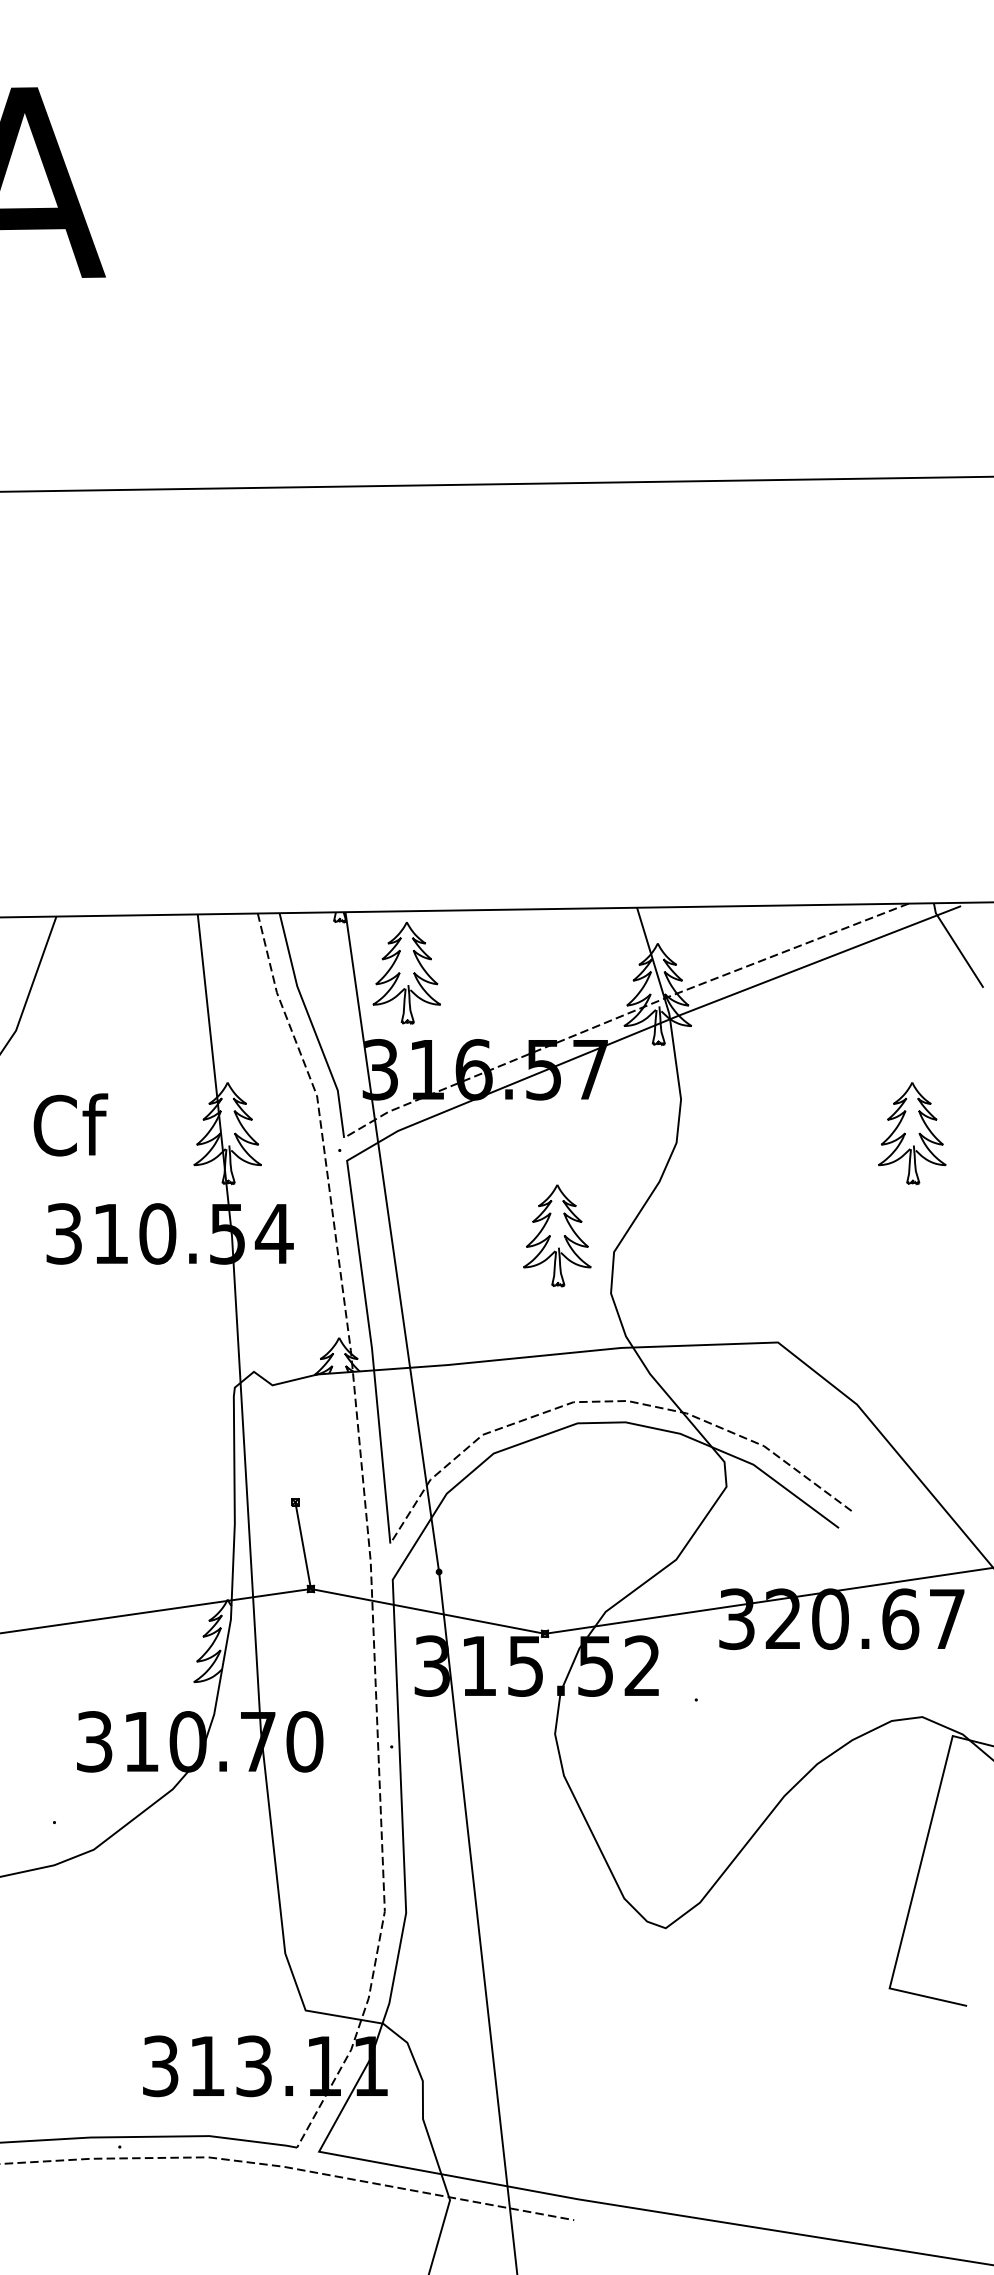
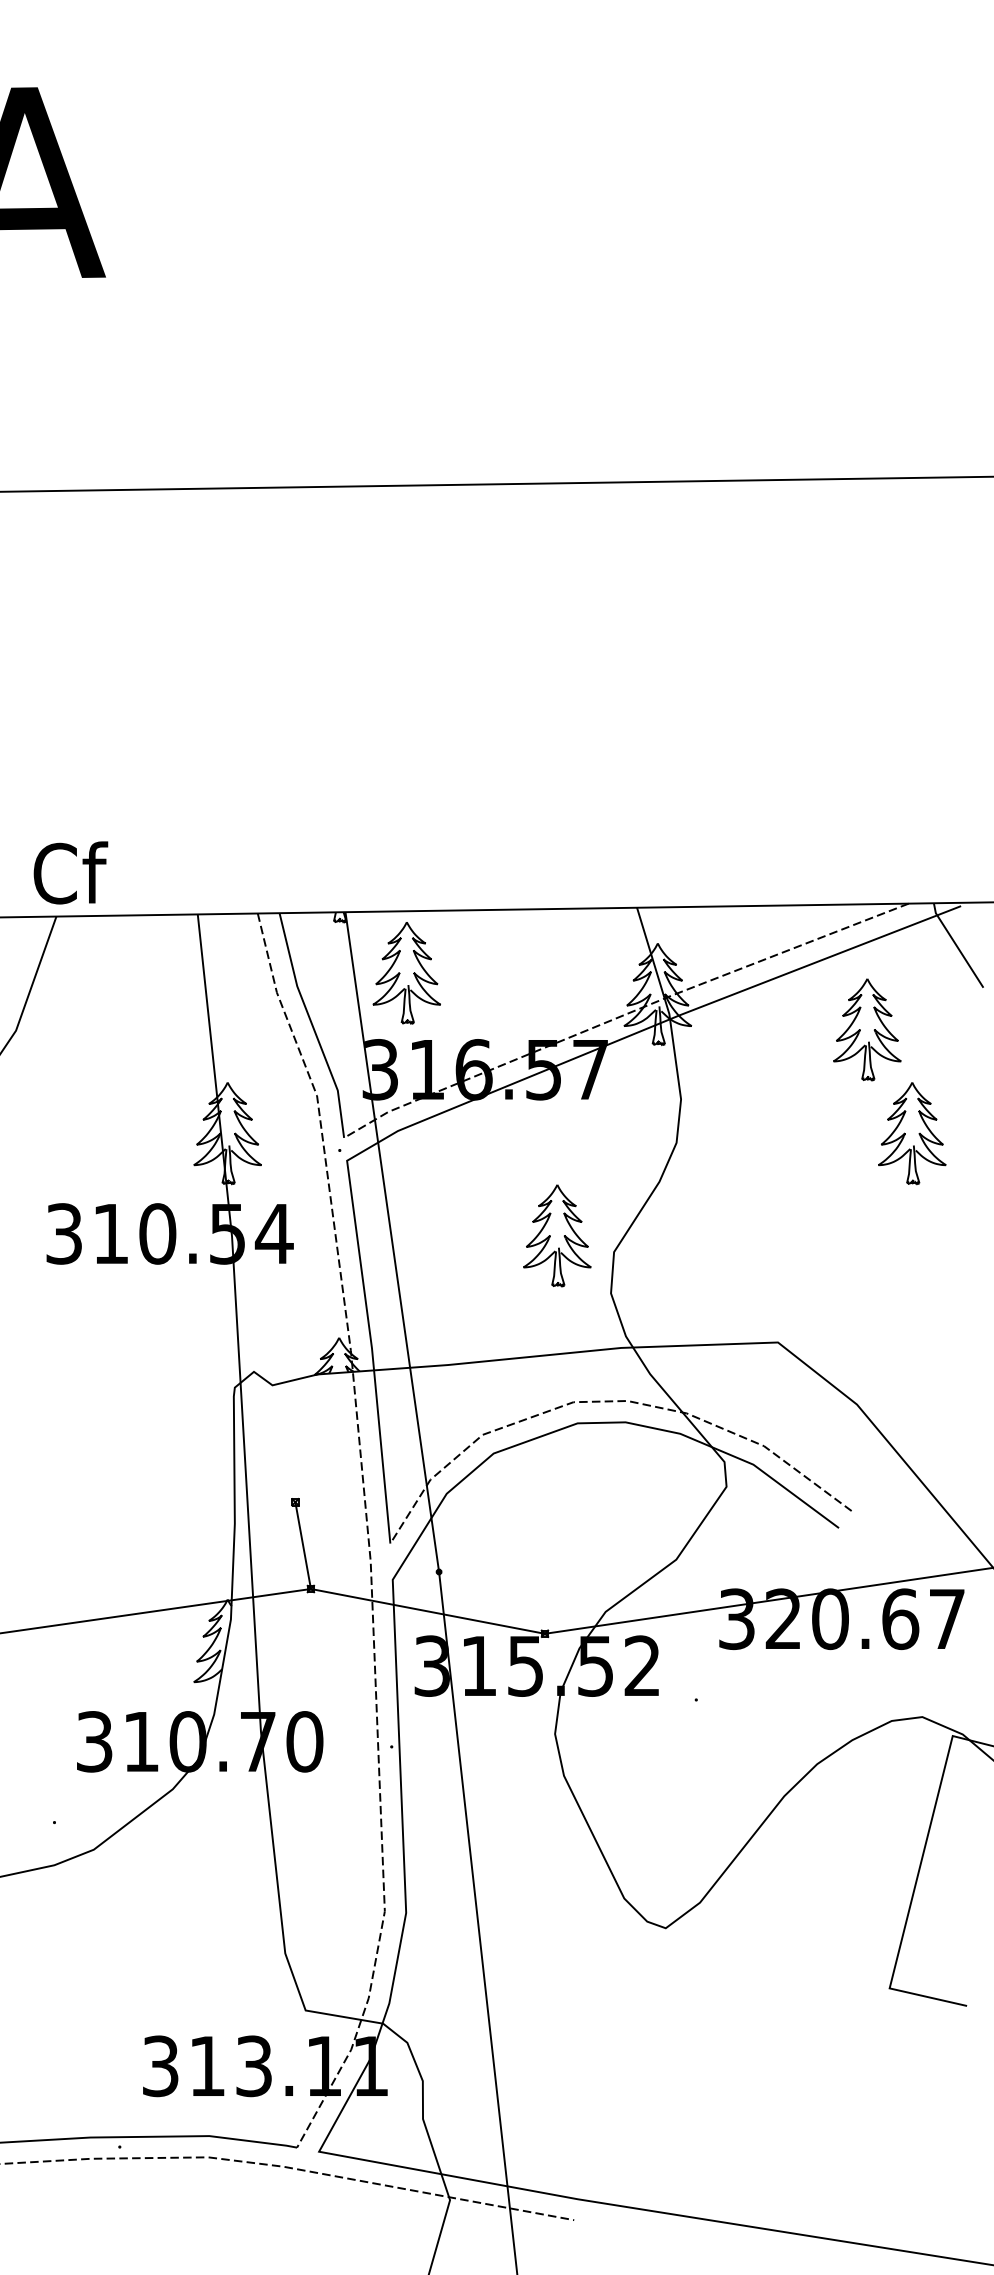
part at (867, 1029): none -> present
text at (70, 1124) position: (70, 1124) -> (70, 872)
